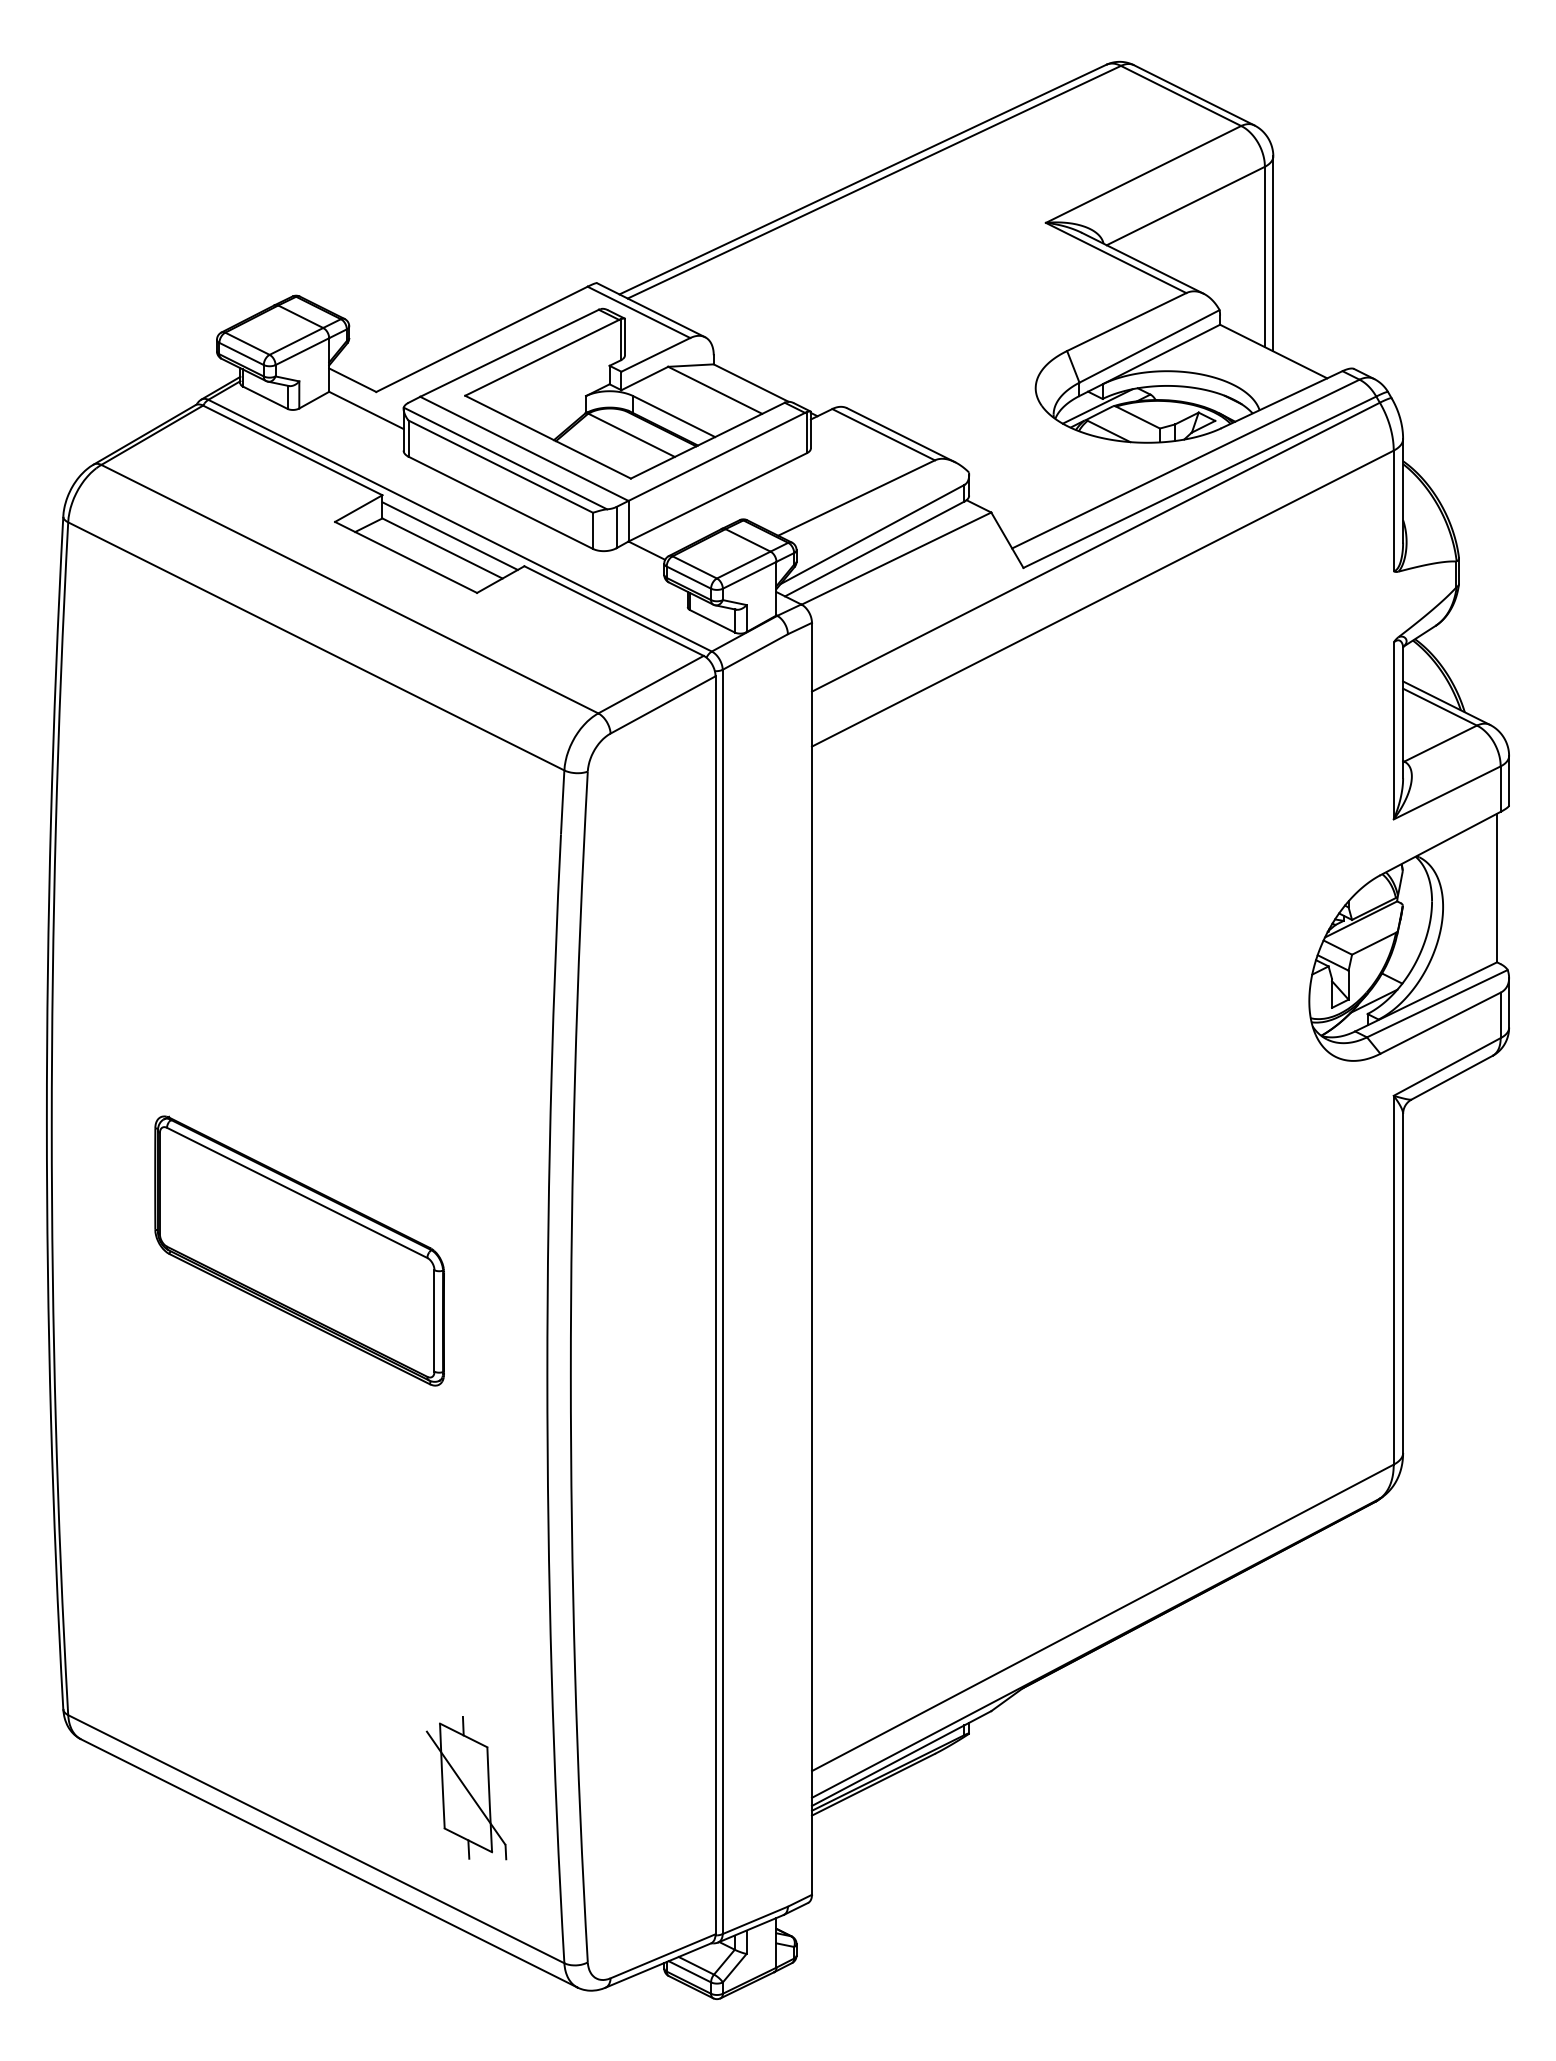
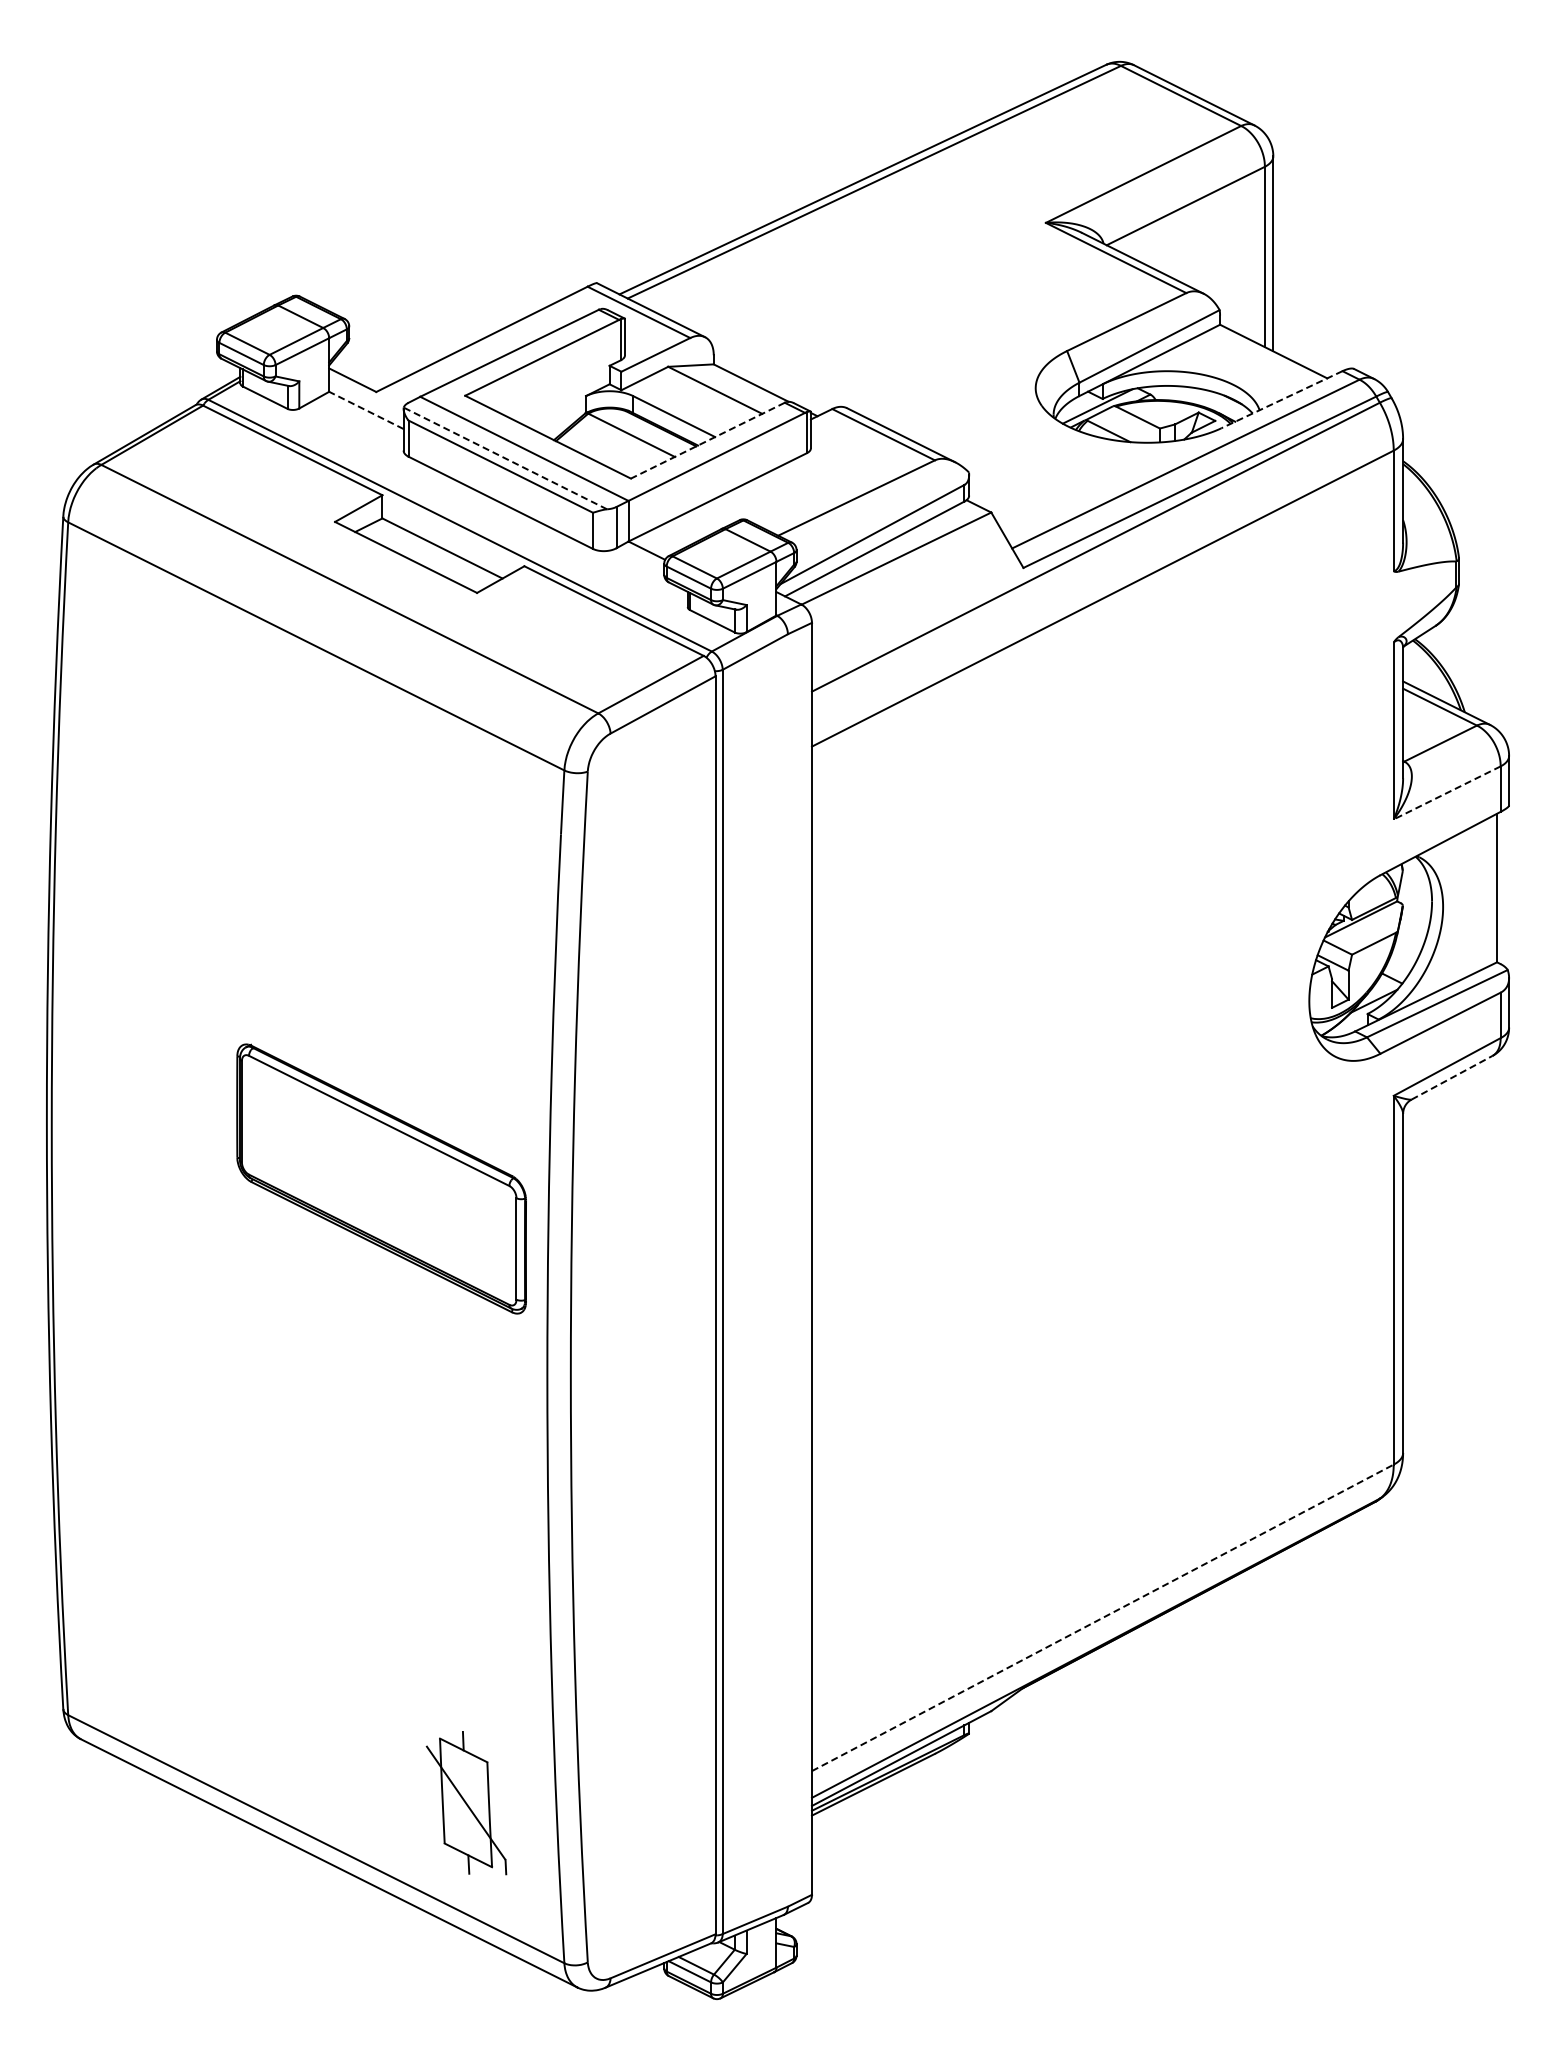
line at (1282, 399): solid -> dashed
line at (366, 410): solid -> dashed
line at (707, 440): solid -> dashed
line at (505, 458): solid -> dashed
line at (449, 535): present -> none
line at (1447, 792): solid -> dashed
line at (1452, 1077): solid -> dashed
part at (299, 1250) position: (299, 1250) -> (381, 1178)
line at (1102, 1617): solid -> dashed
part at (466, 1788) position: (466, 1788) -> (466, 1803)
